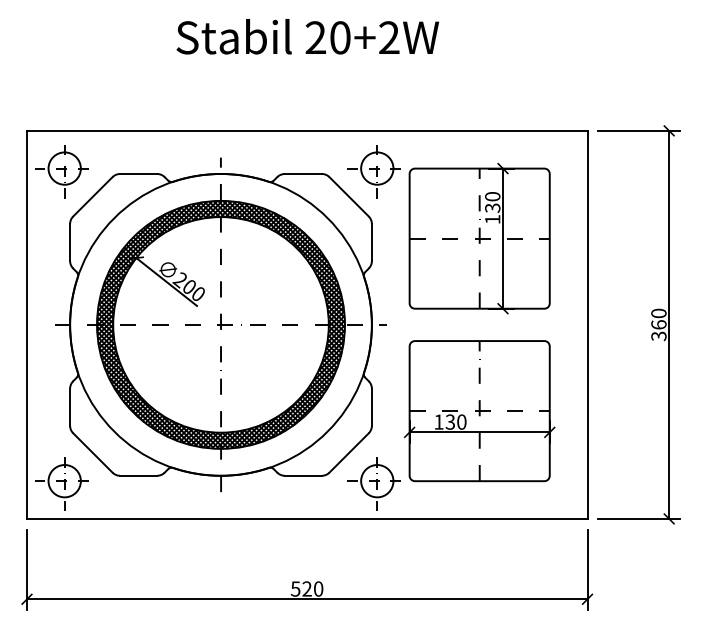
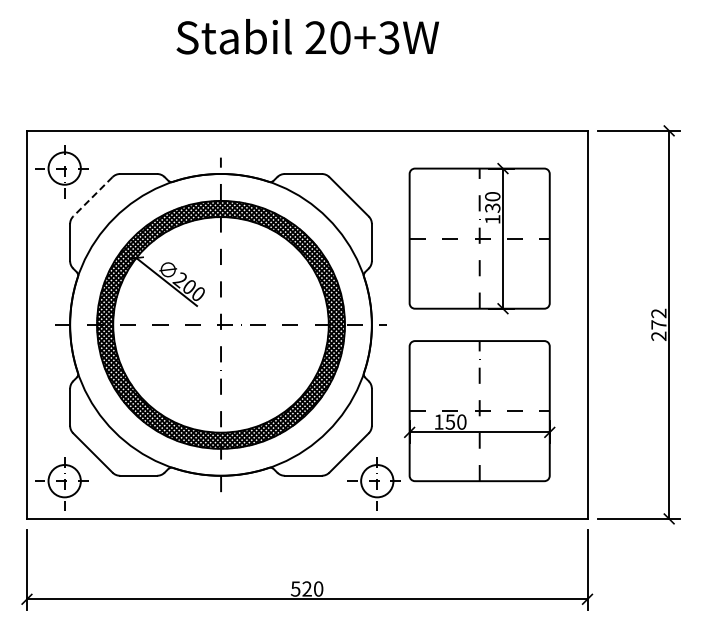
text at (388, 37): 20+2W -> 20+3W
part at (373, 171): present -> none
line at (92, 196): solid -> dashed
text at (658, 324): 360 -> 272
text at (450, 421): 130 -> 150
